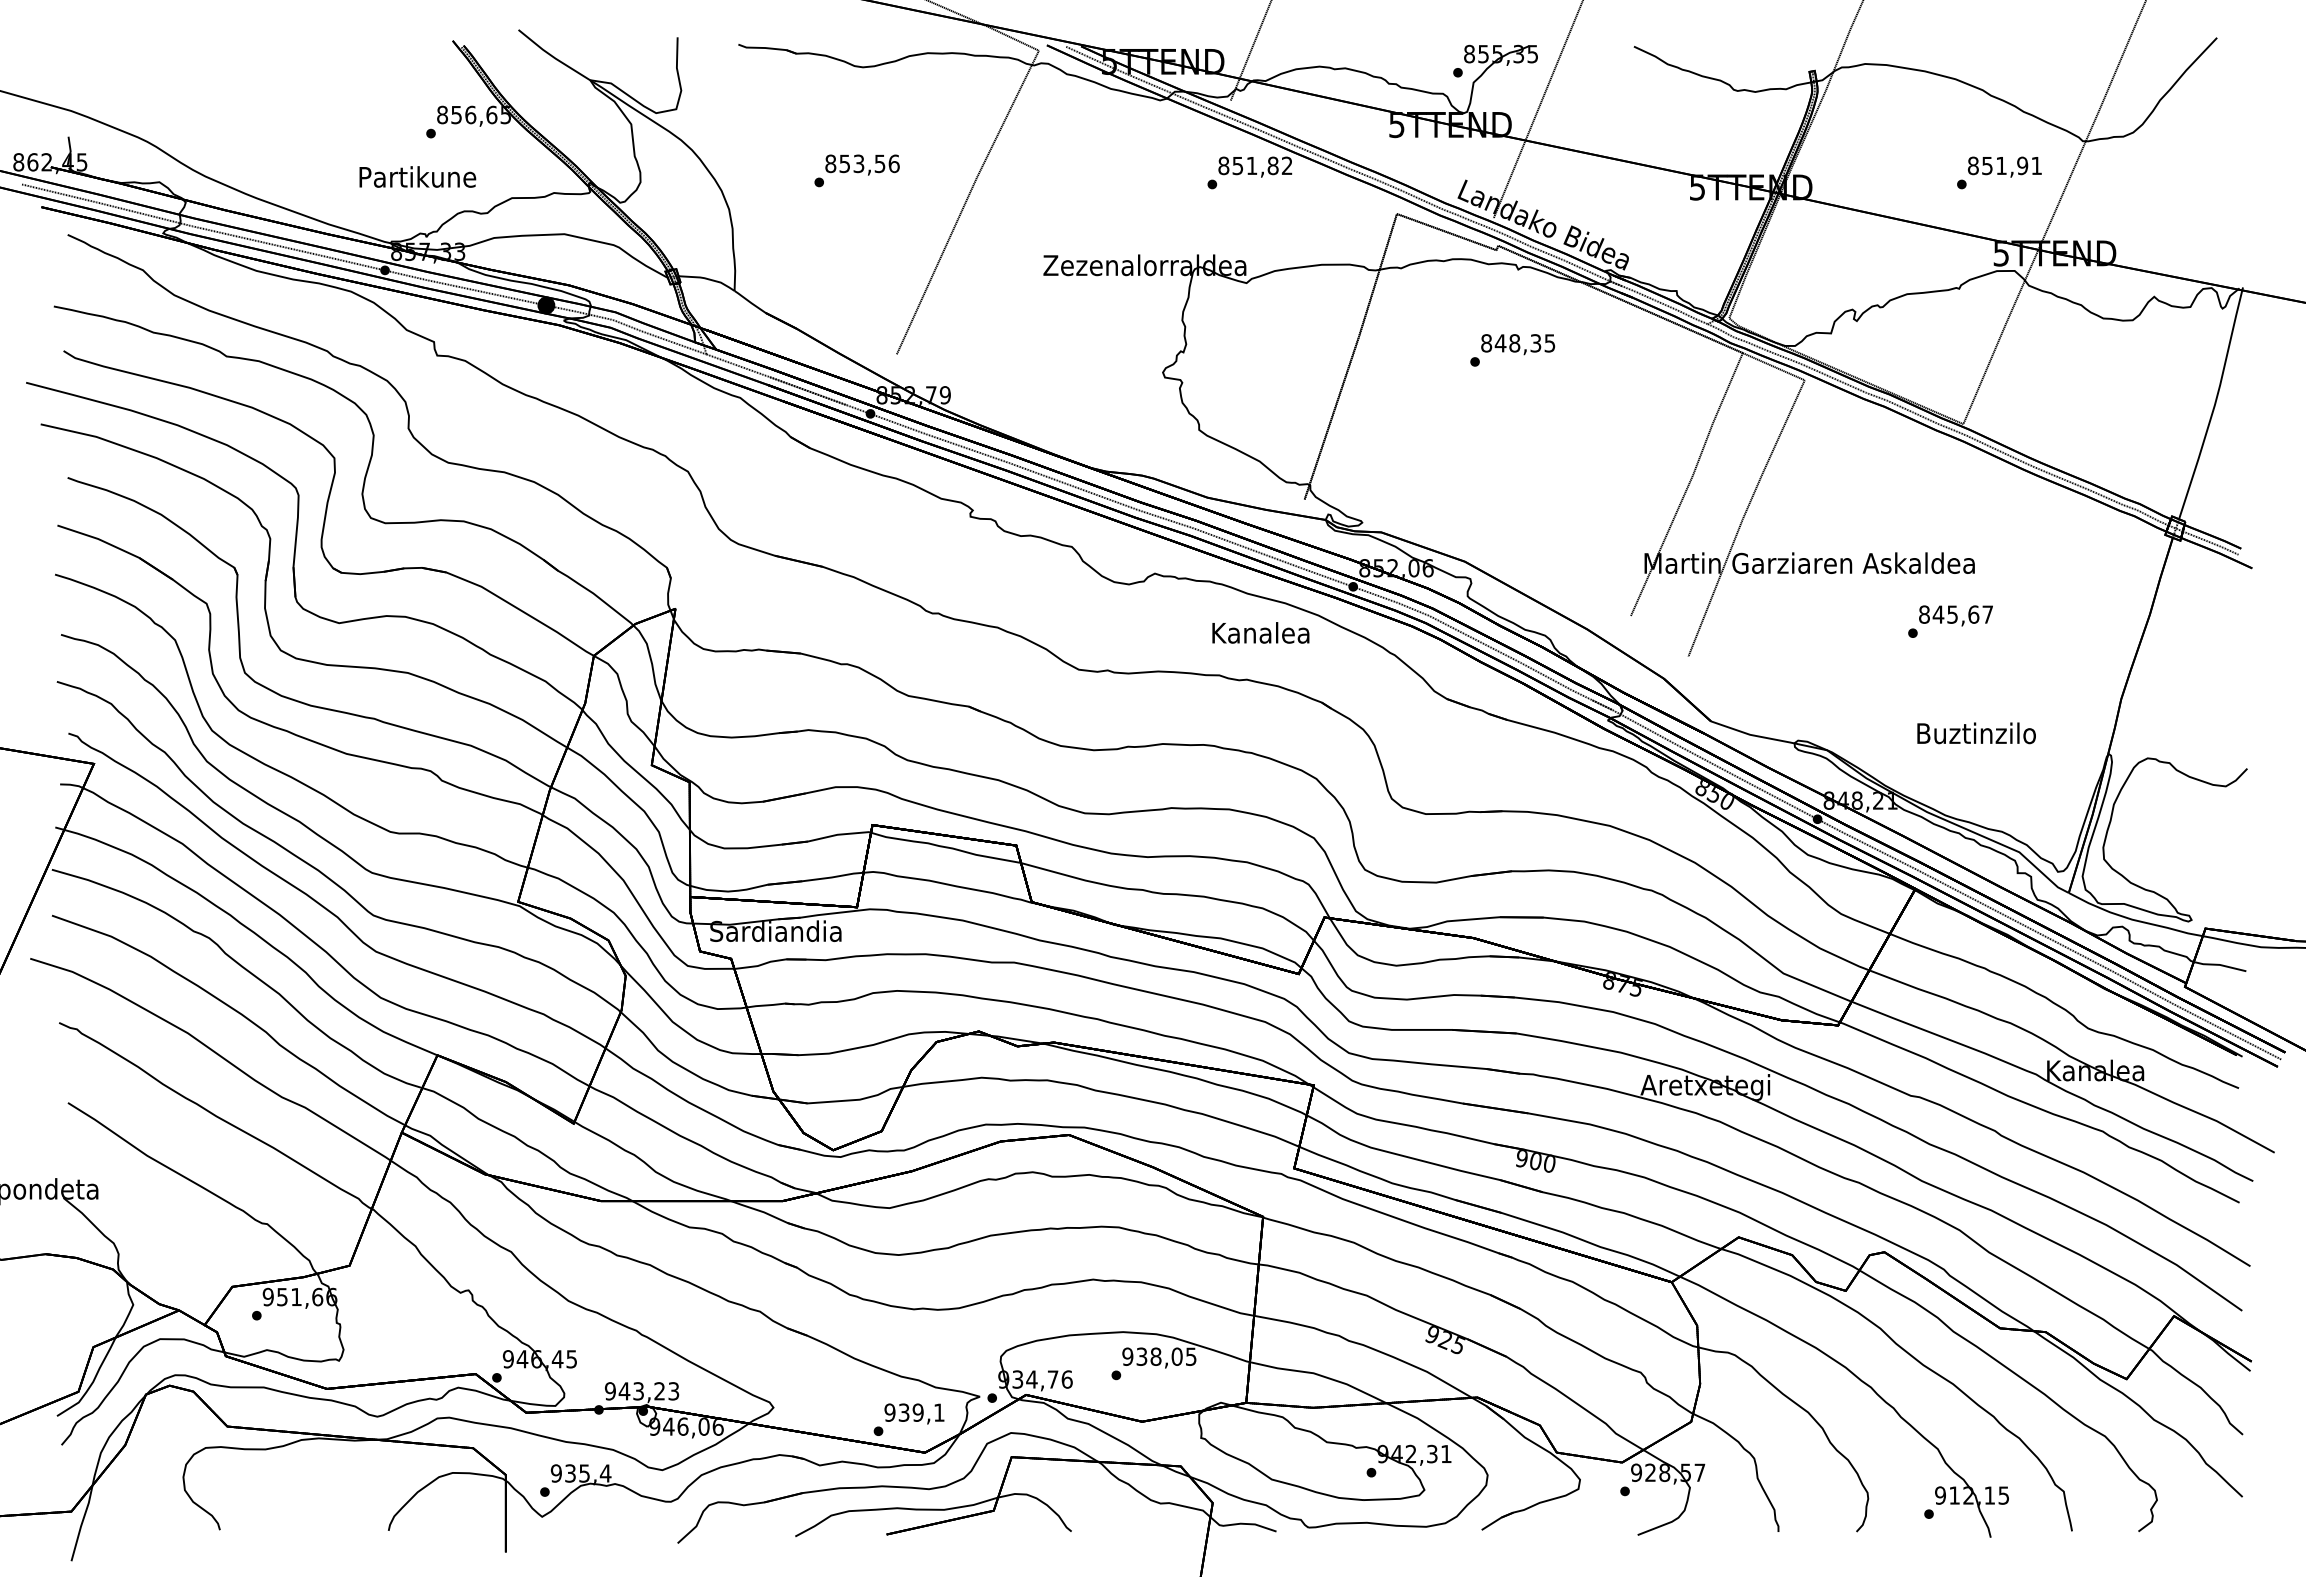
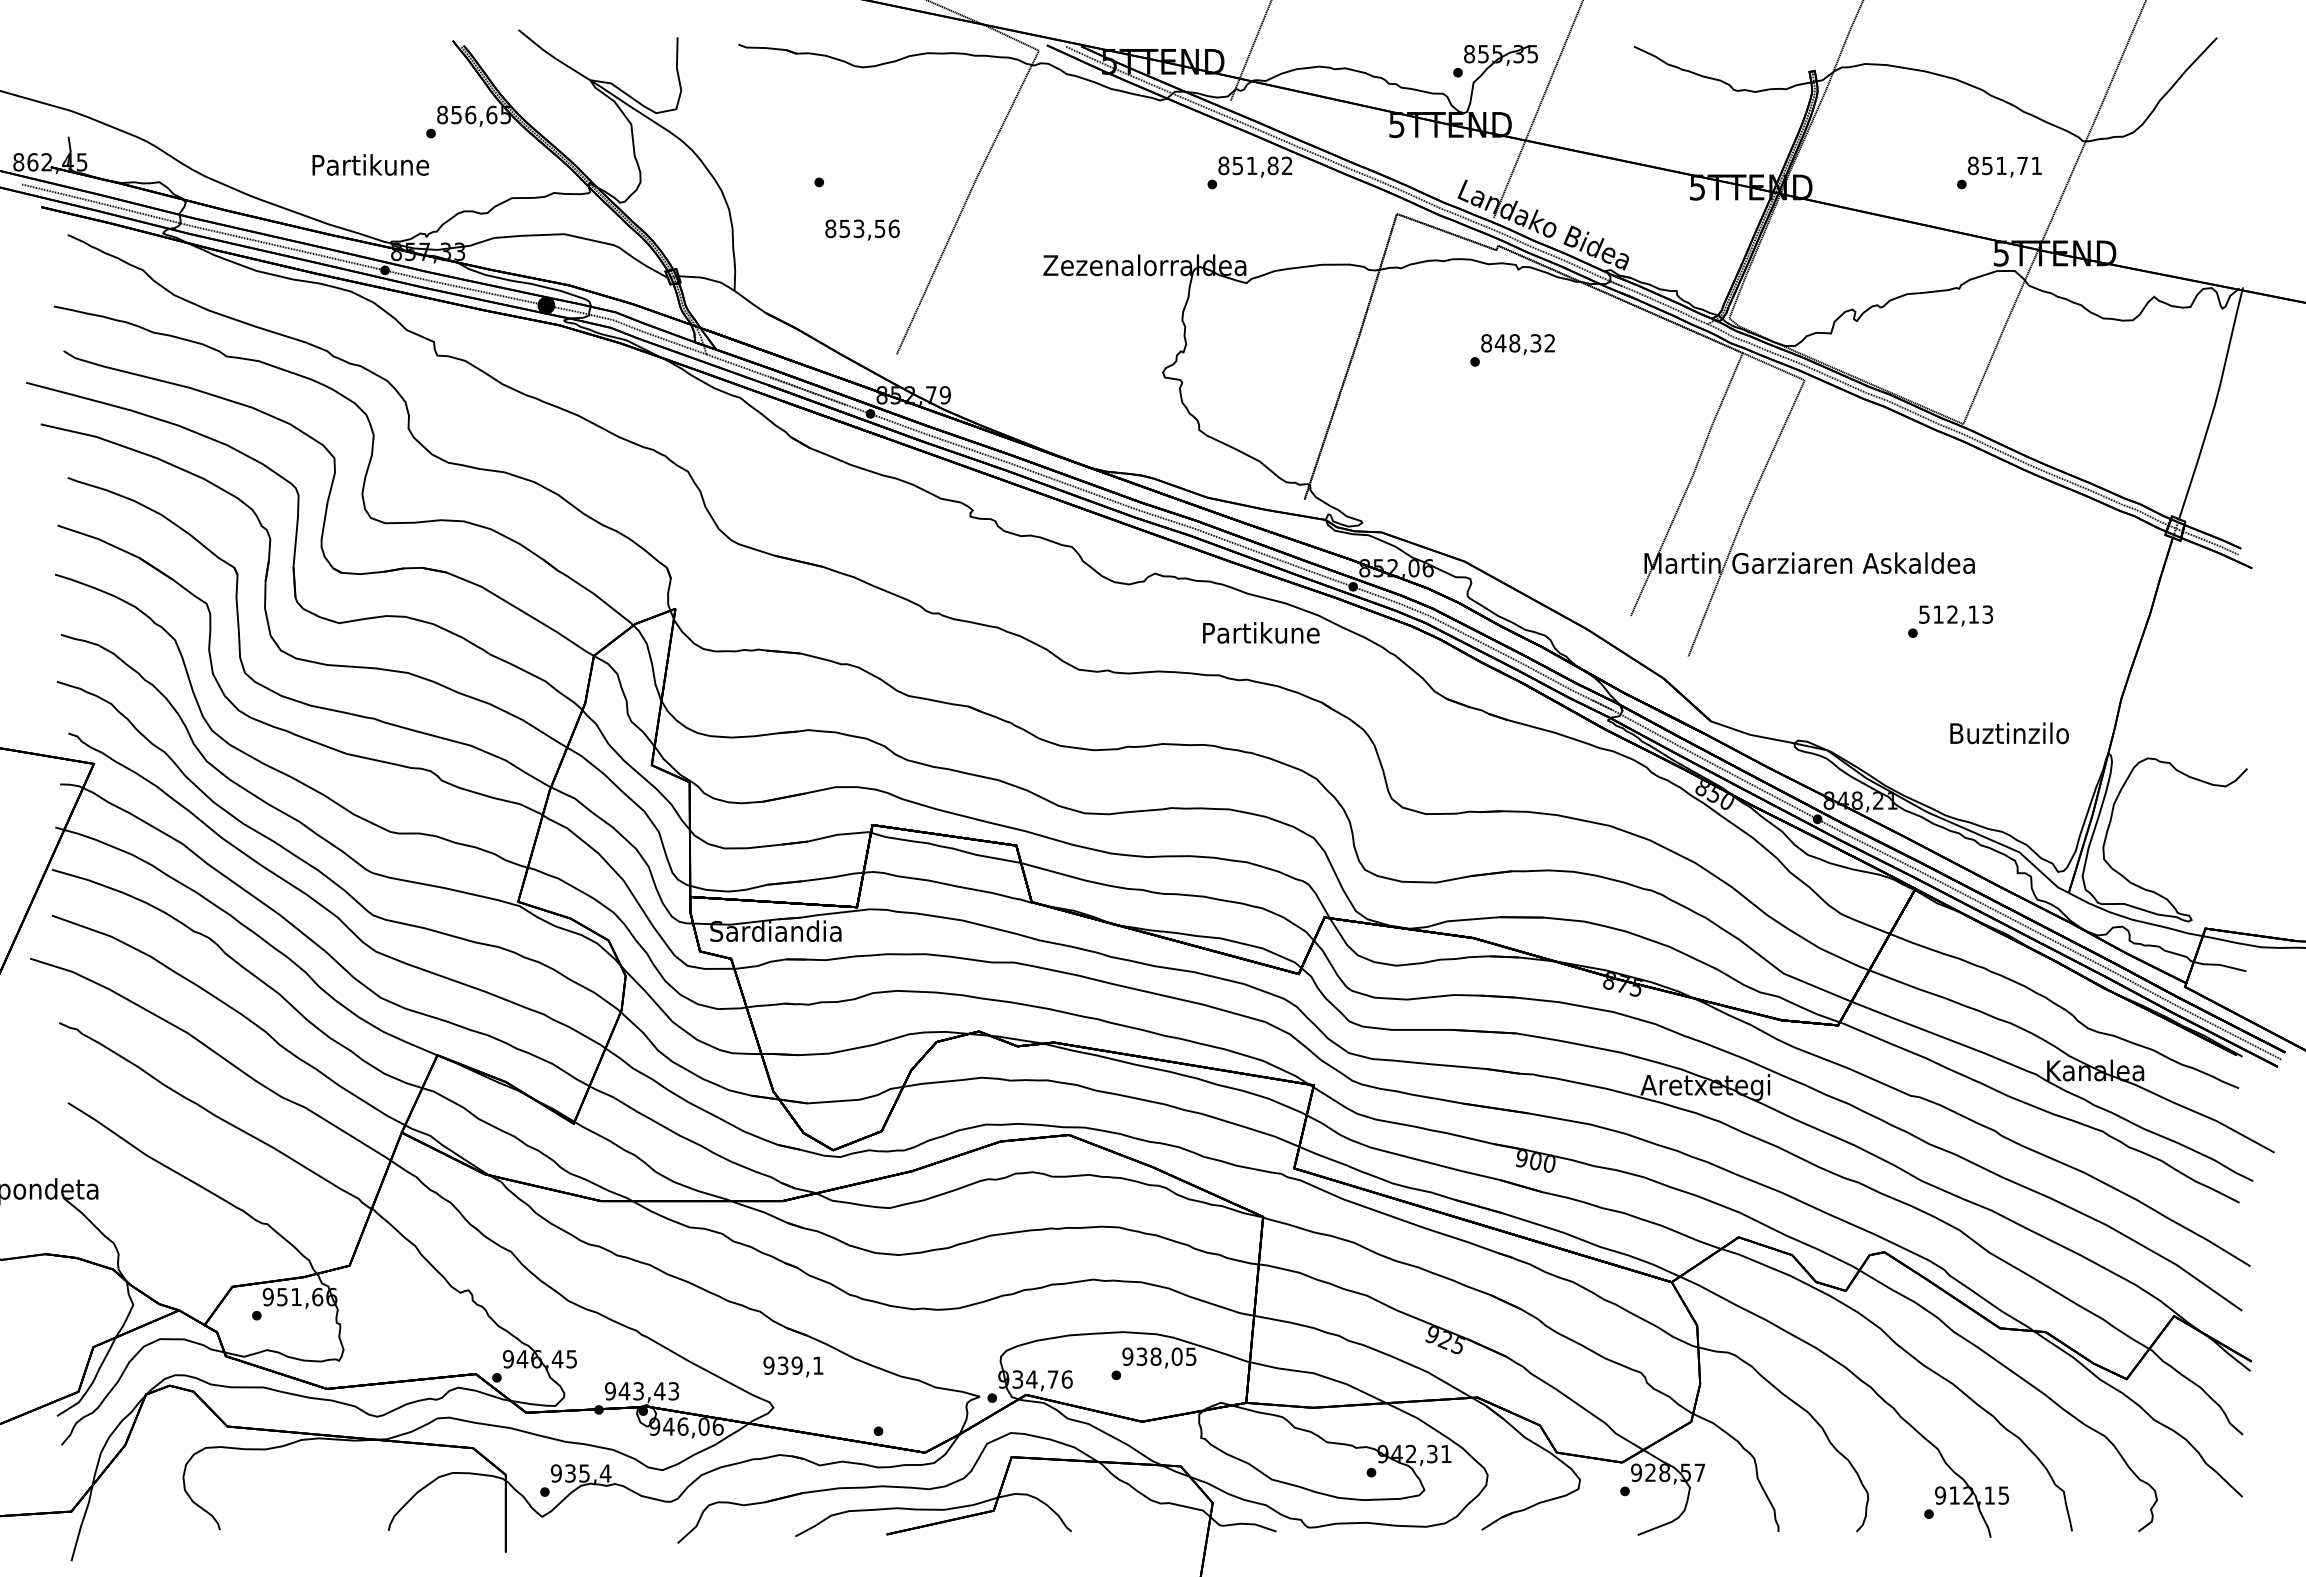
text at (862, 164) position: (862, 164) -> (862, 229)
text at (2022, 165): 851,91 -> 851,71
text at (417, 176) position: (417, 176) -> (370, 164)
text at (1549, 343): 848,35 -> 848,32
text at (1956, 614): 845,67 -> 512,13
text at (1261, 632): Kanalea -> Partikune
text at (1976, 733) position: (1976, 733) -> (2009, 733)
text at (659, 1391): 943,23 -> 943,43
text at (914, 1413) position: (914, 1413) -> (793, 1366)
